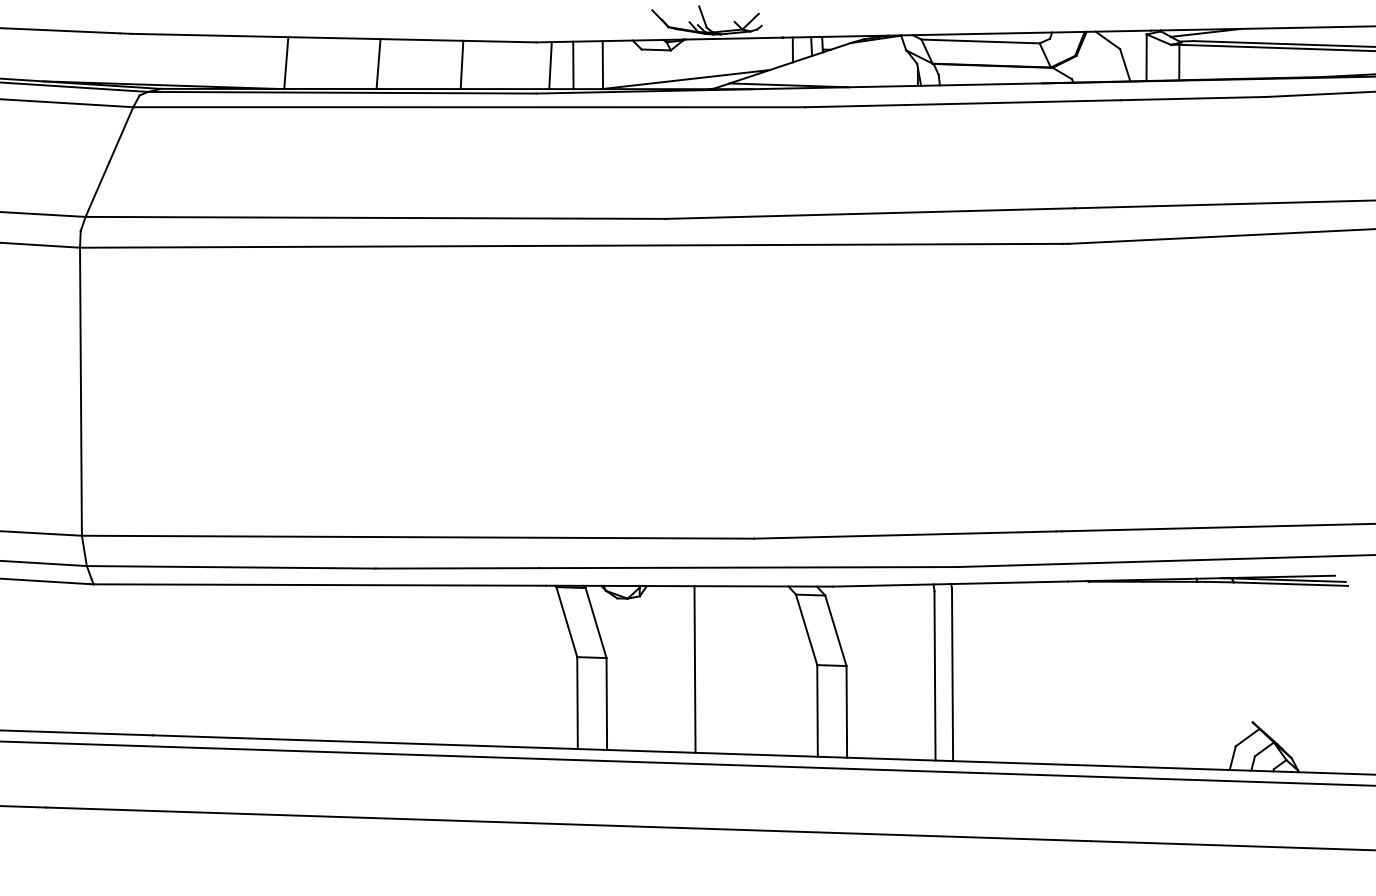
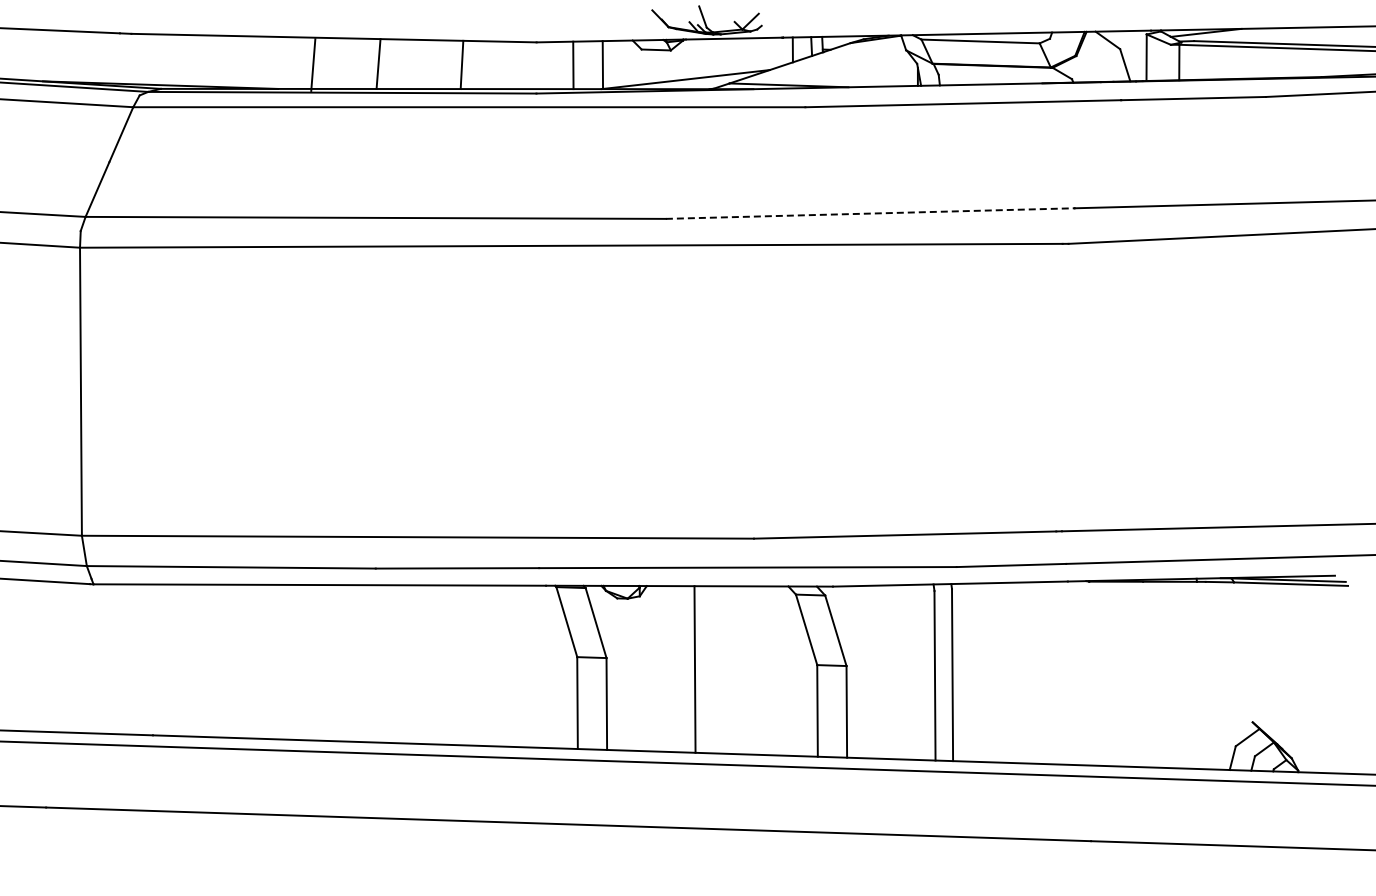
line at (286, 62) position: (286, 62) -> (313, 64)
line at (550, 65): present -> none
line at (870, 213): solid -> dashed
